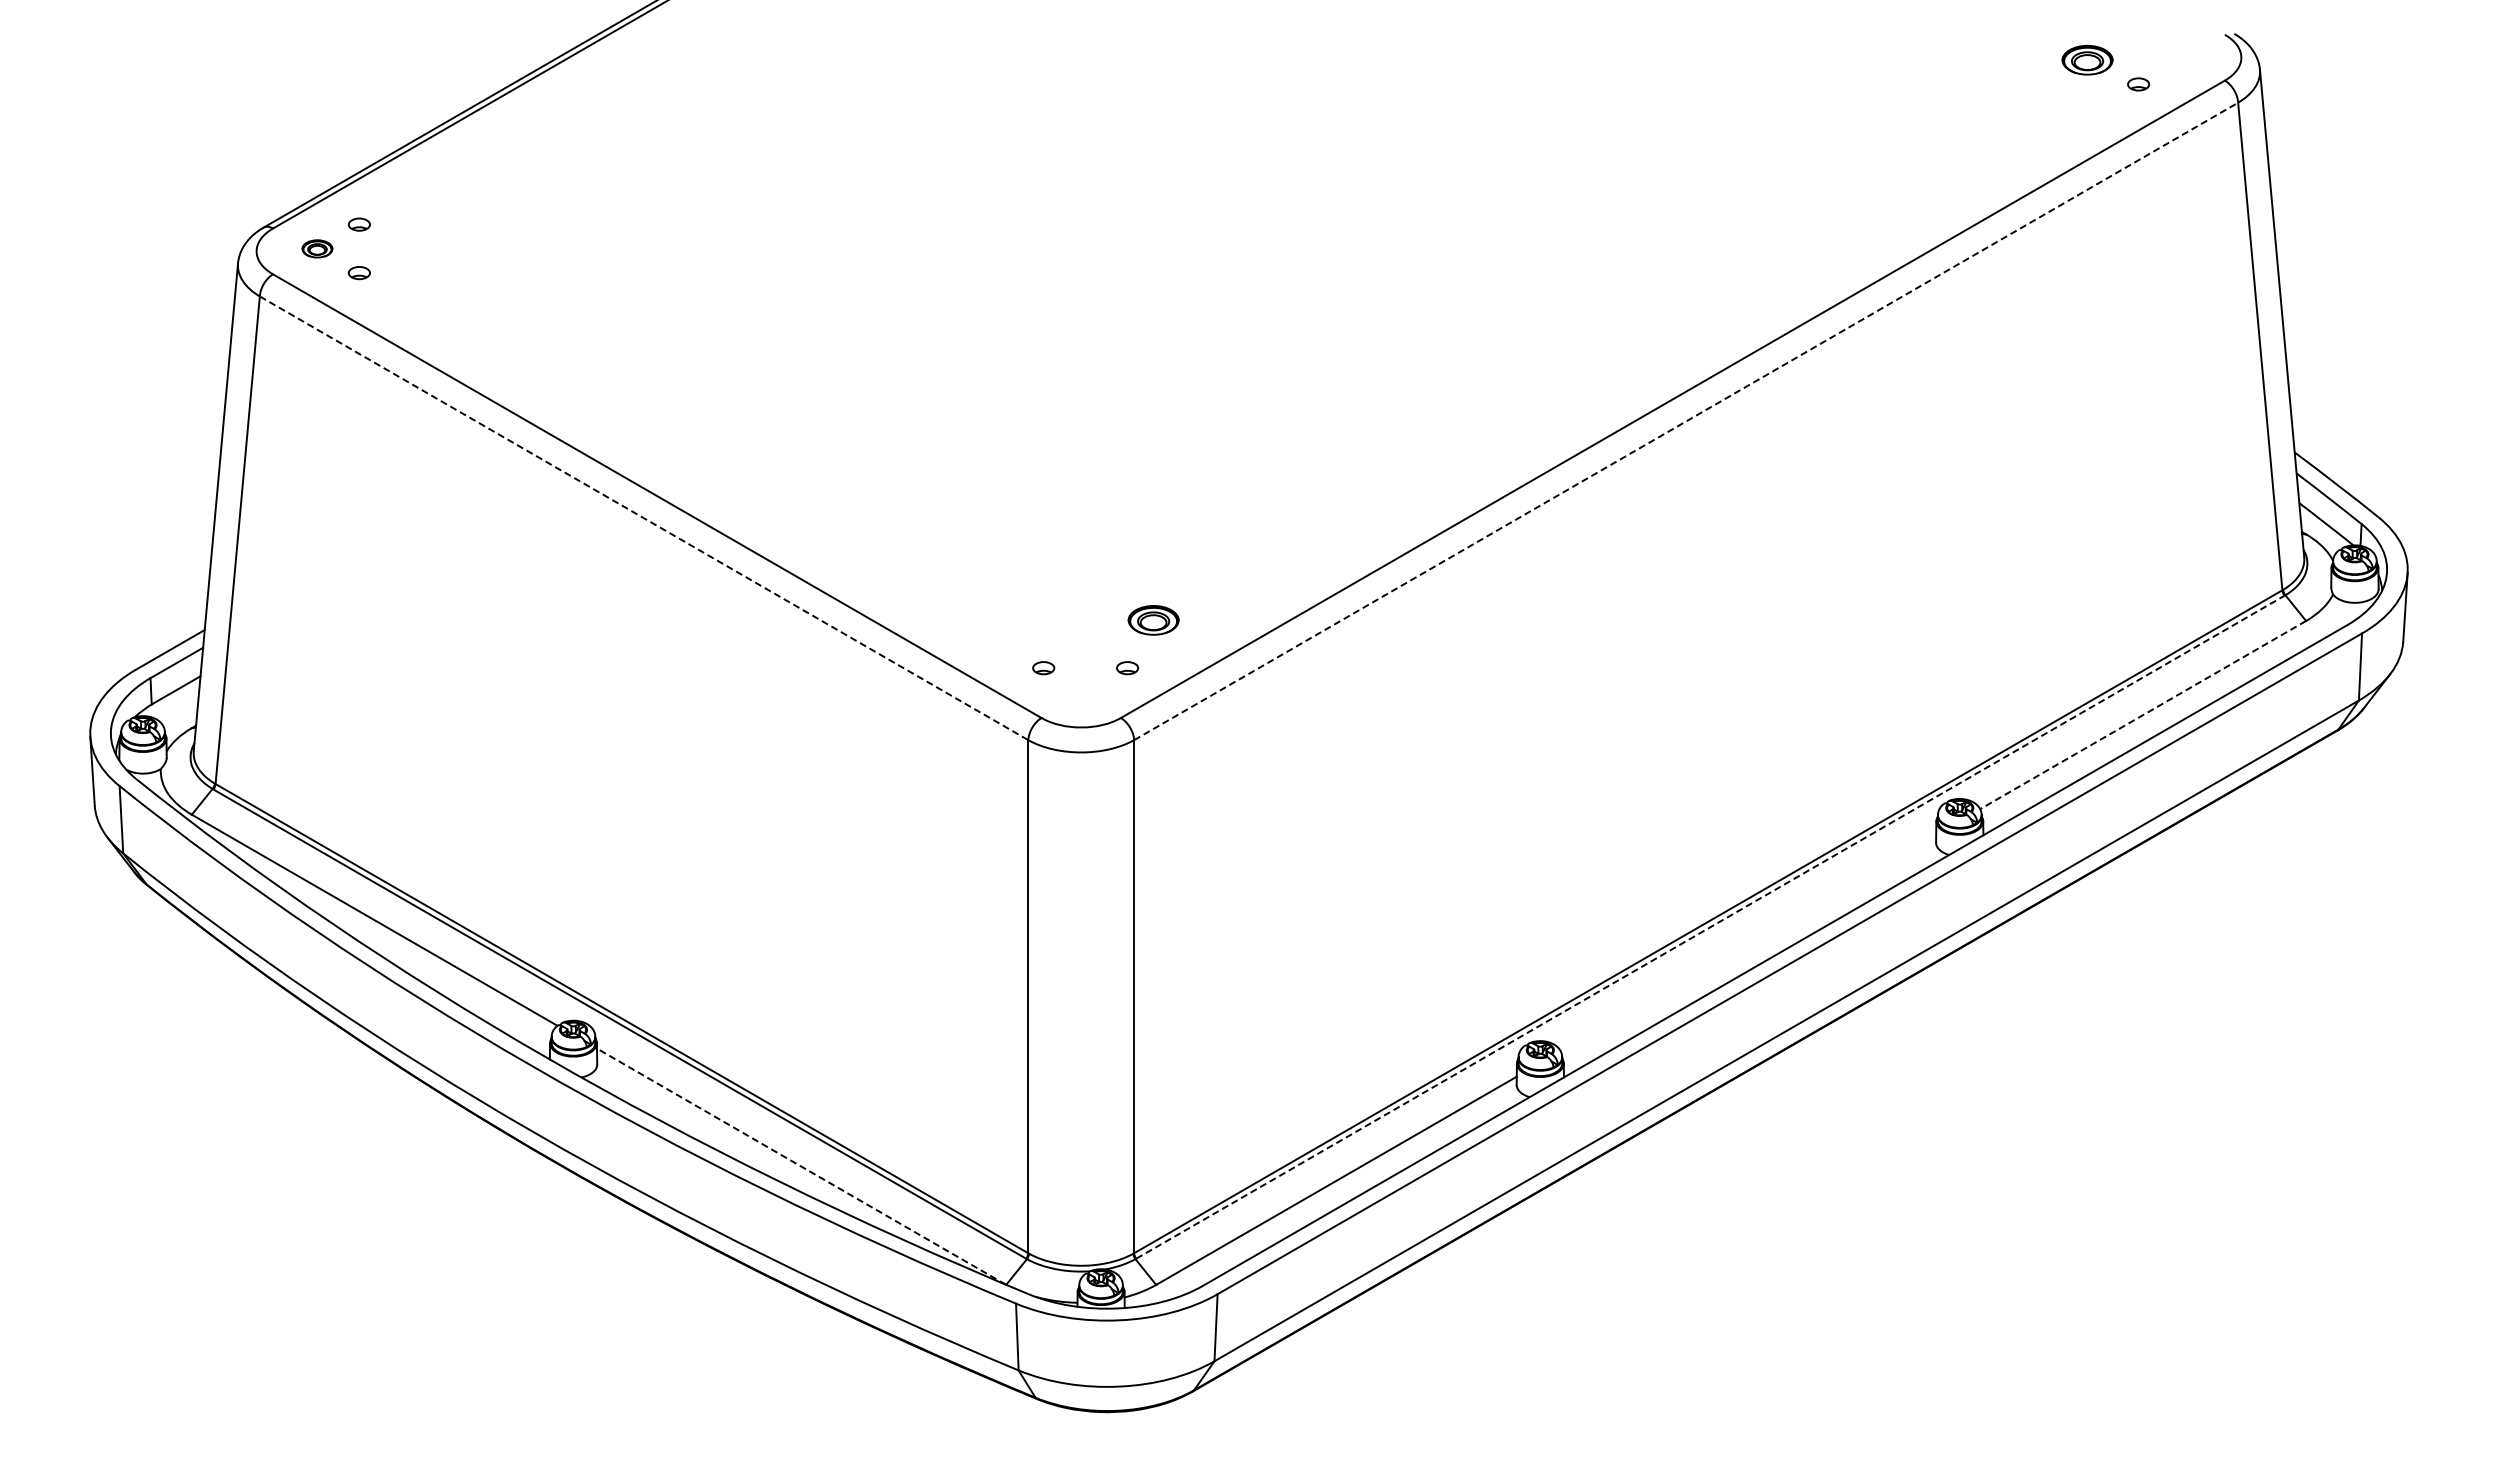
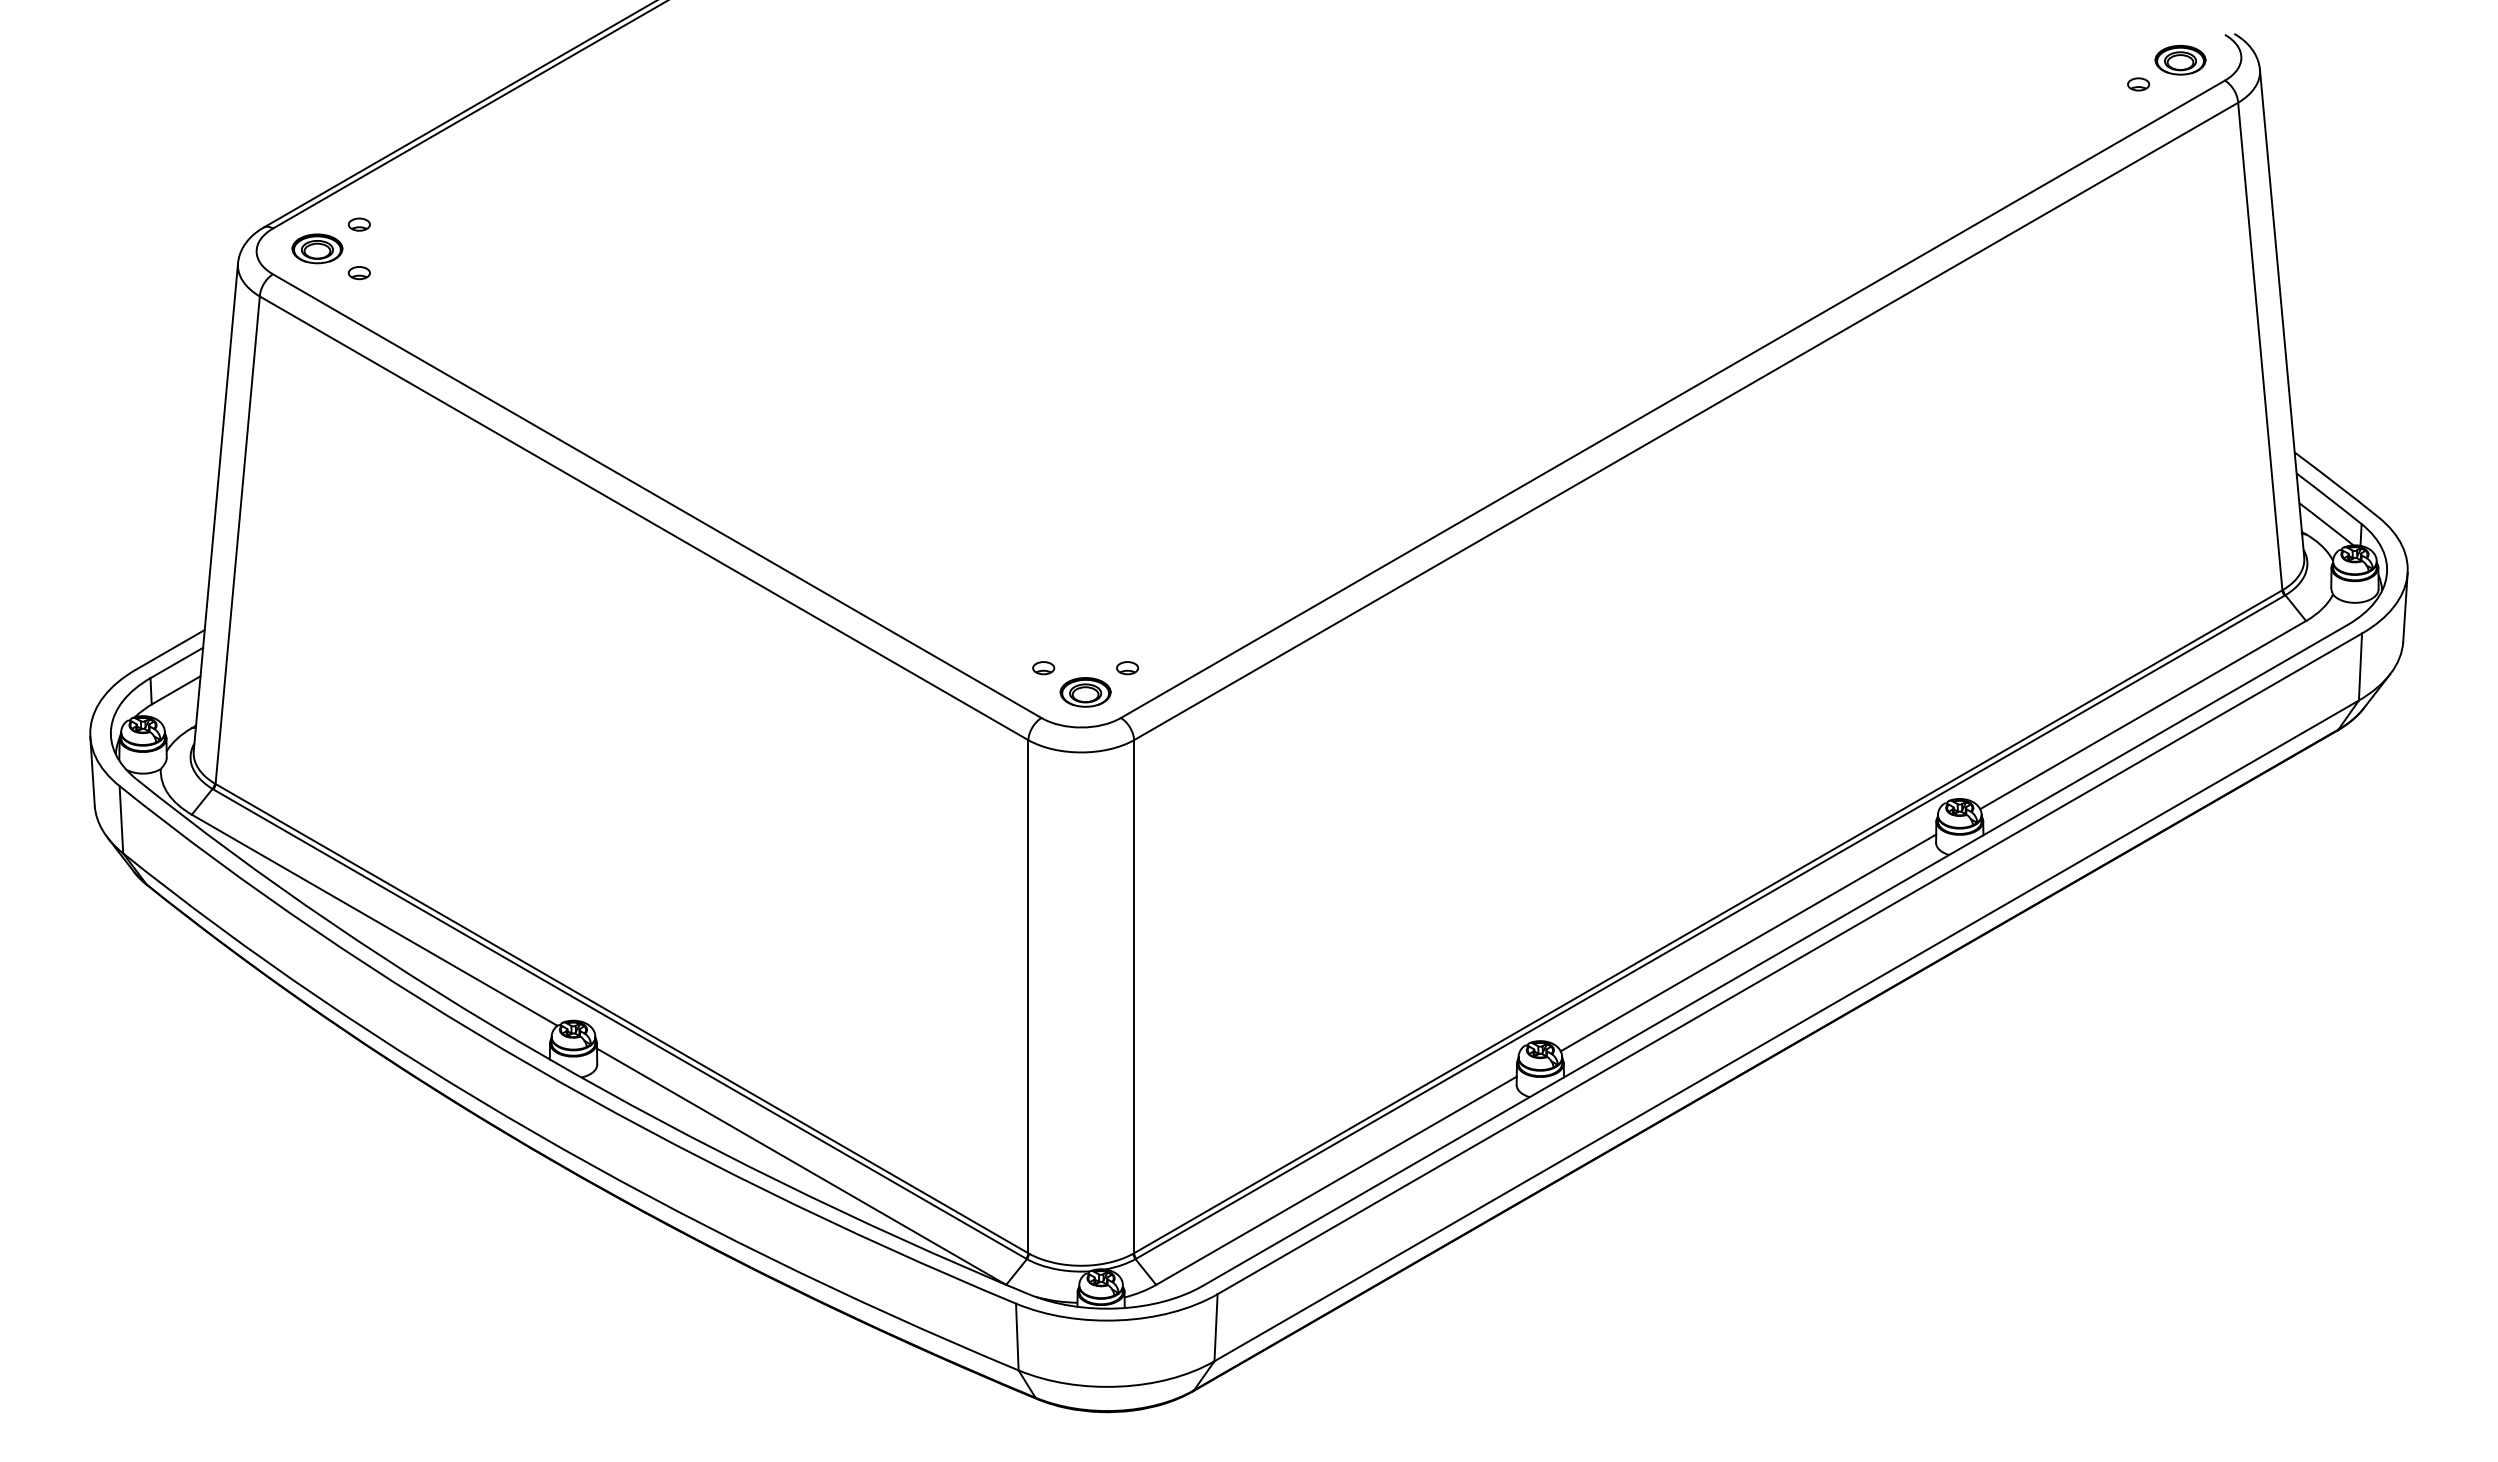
part at (2087, 59) position: (2087, 59) -> (2180, 59)
part at (317, 248) size: 33x20 px -> 53x32 px
line at (1686, 421): dashed -> solid
line at (644, 518): dashed -> solid
part at (1153, 620) position: (1153, 620) -> (1085, 692)
line at (2142, 715): dashed -> solid
line at (1710, 927): dashed -> solid
line at (1748, 942): none -> present
line at (801, 1166): dashed -> solid
